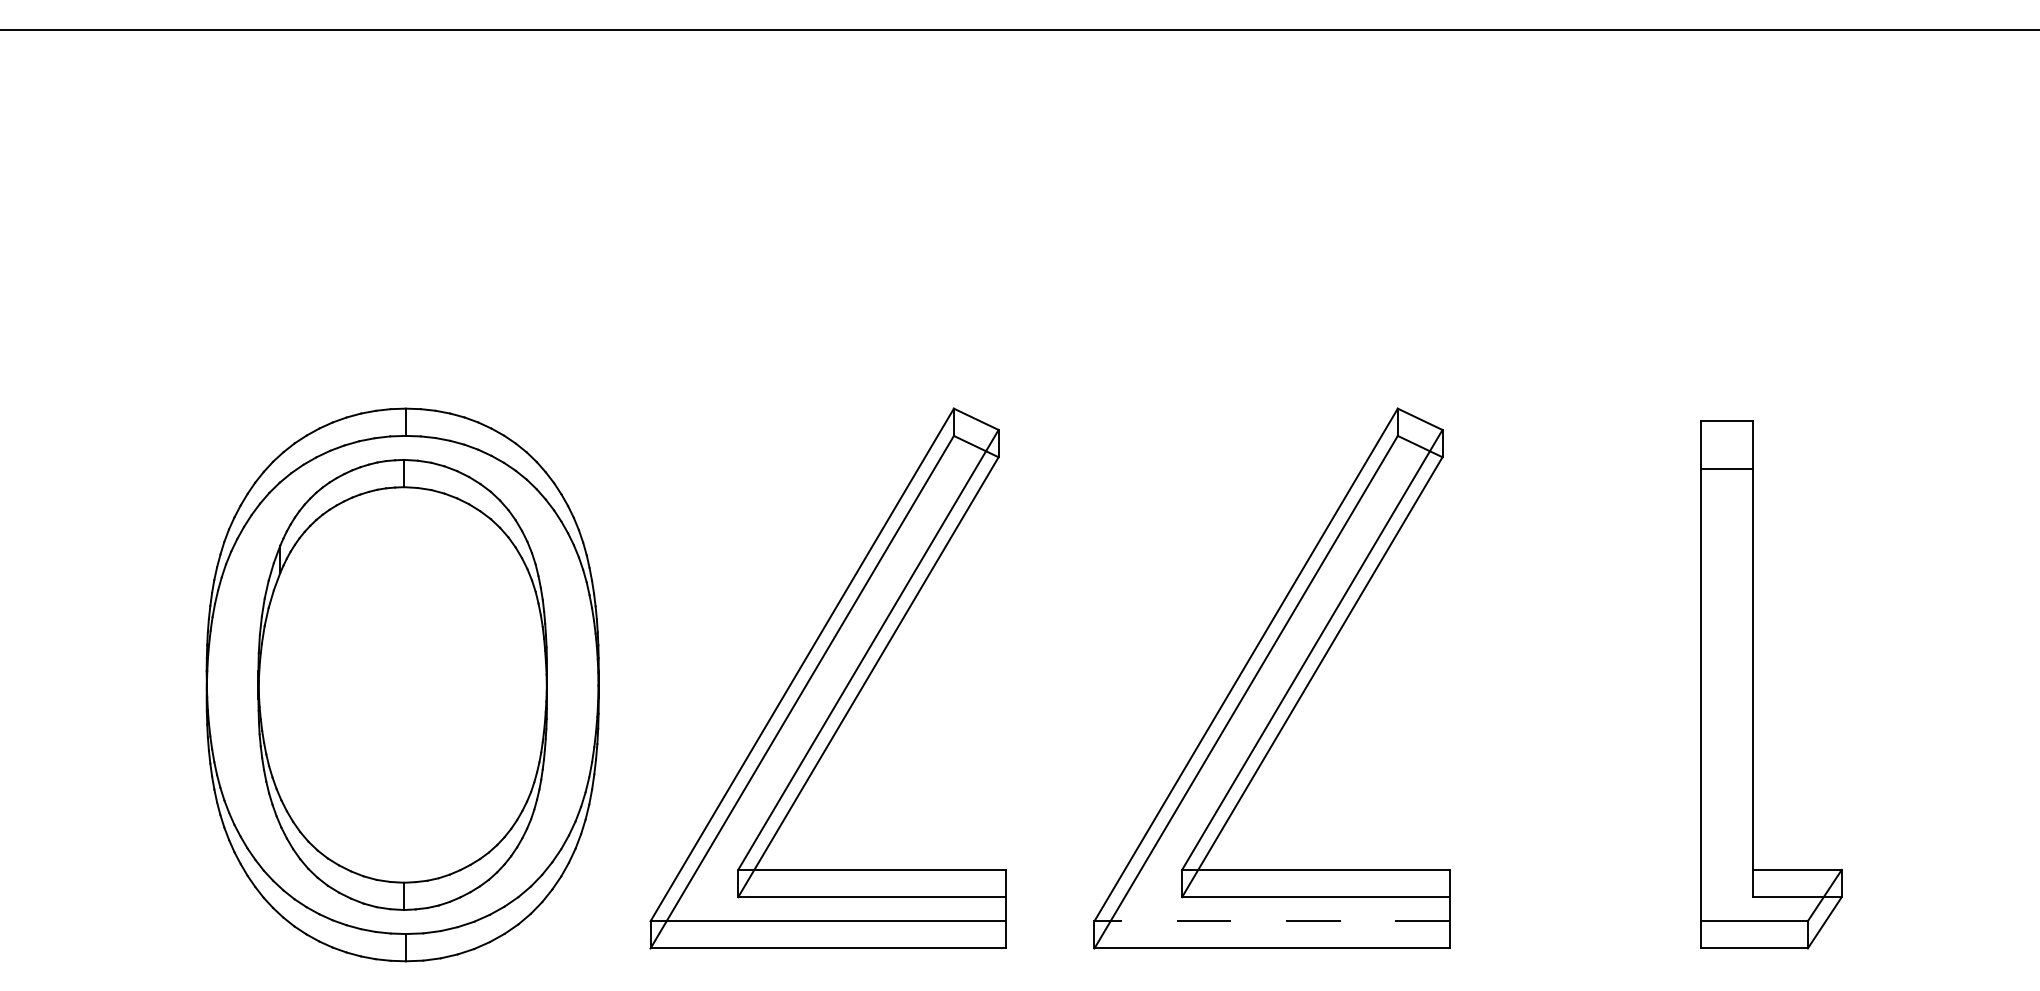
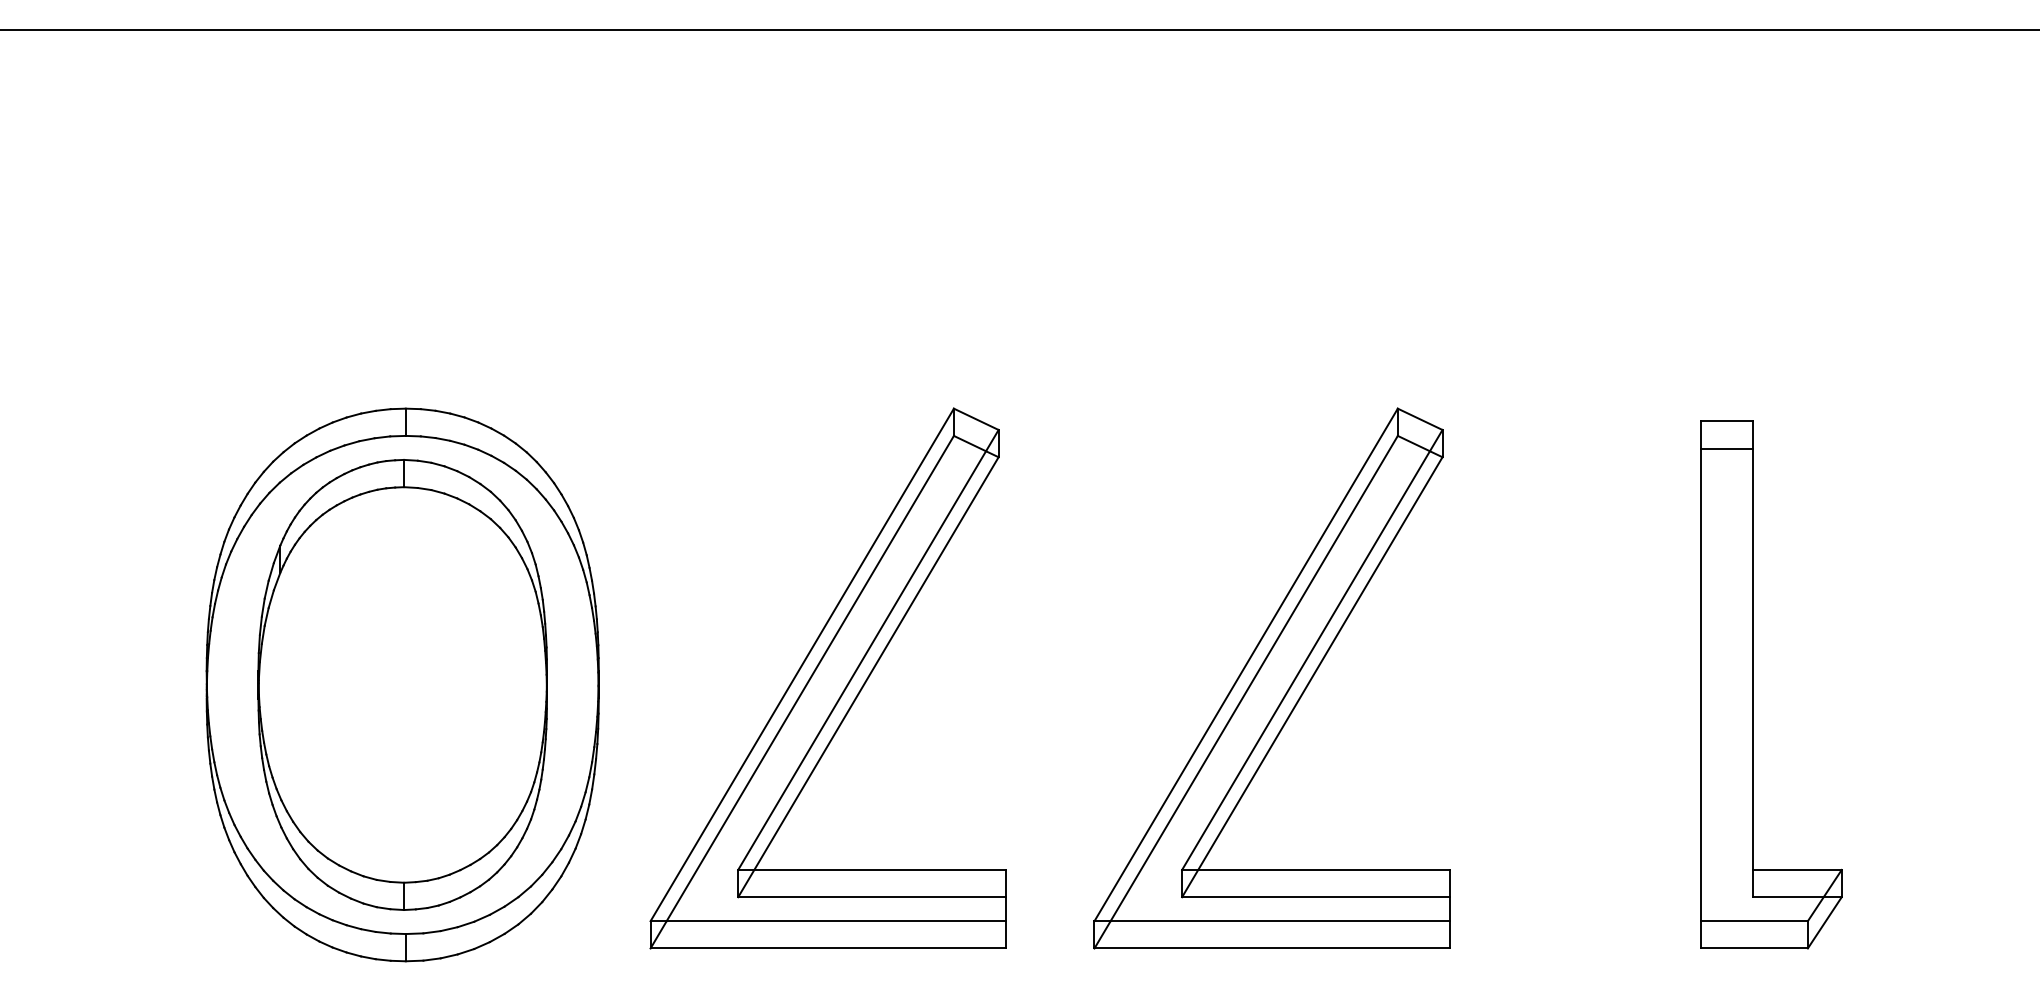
line at (1726, 468) position: (1726, 468) -> (1726, 448)
line at (1272, 921): dashed -> solid
